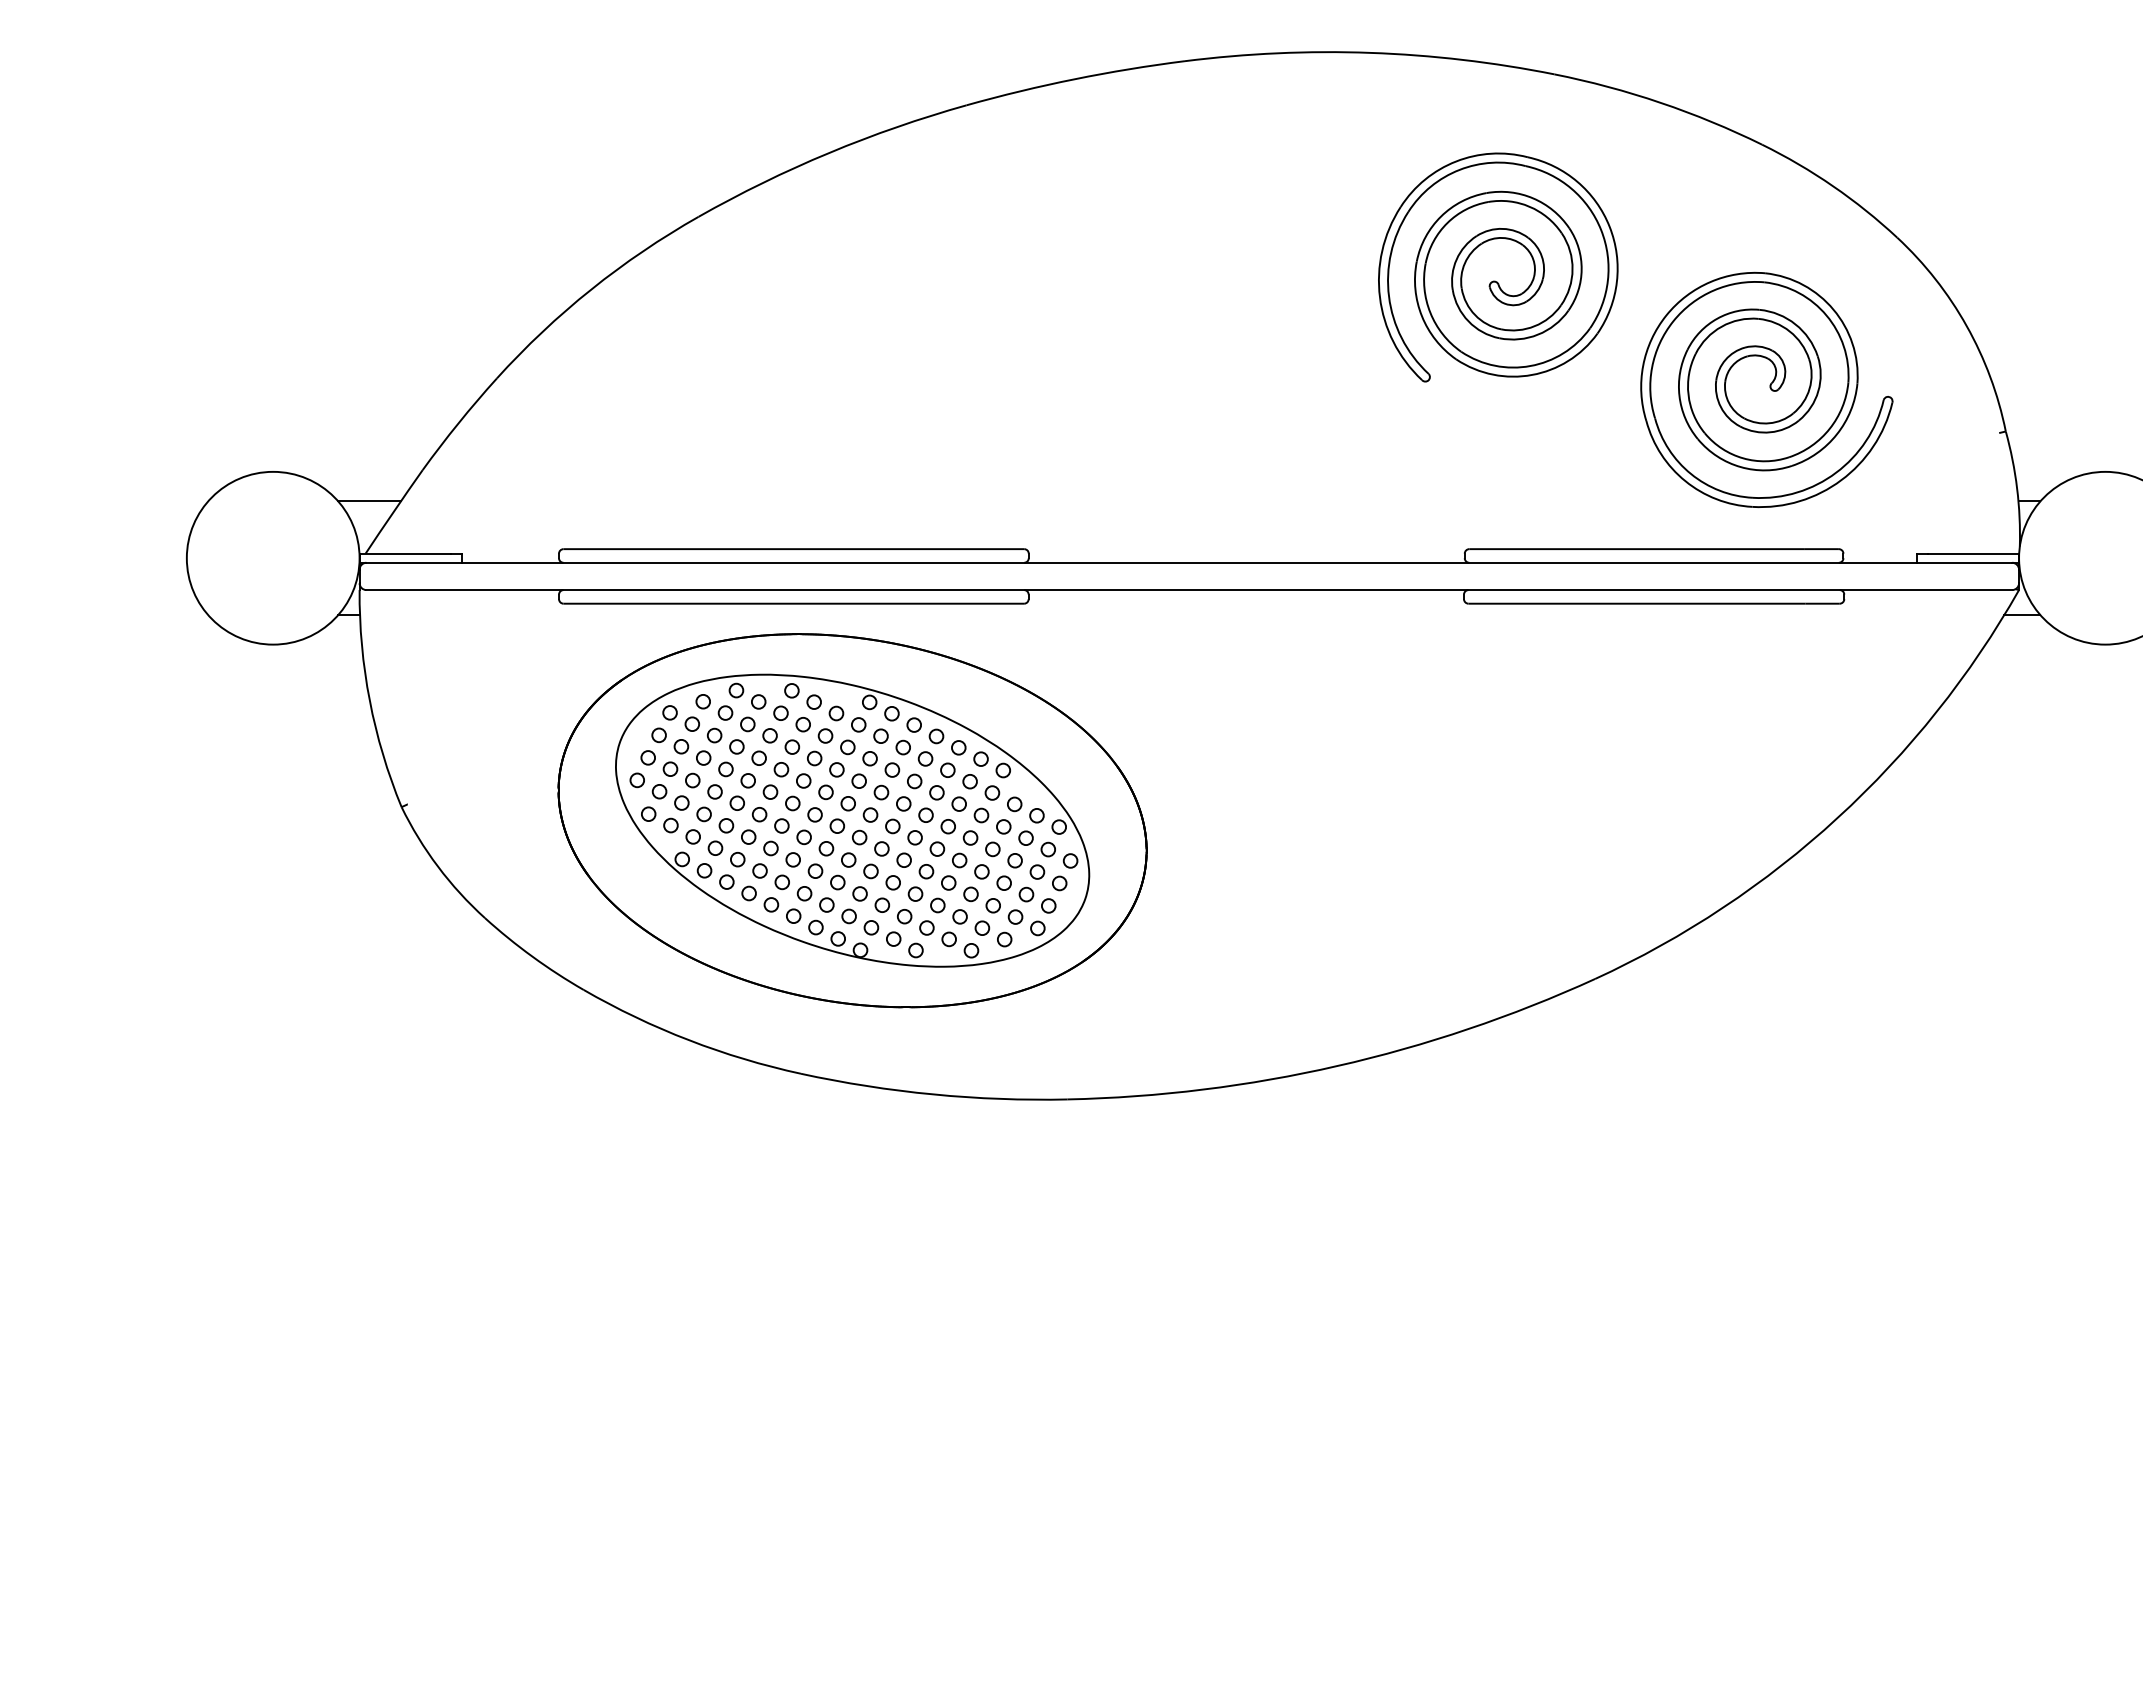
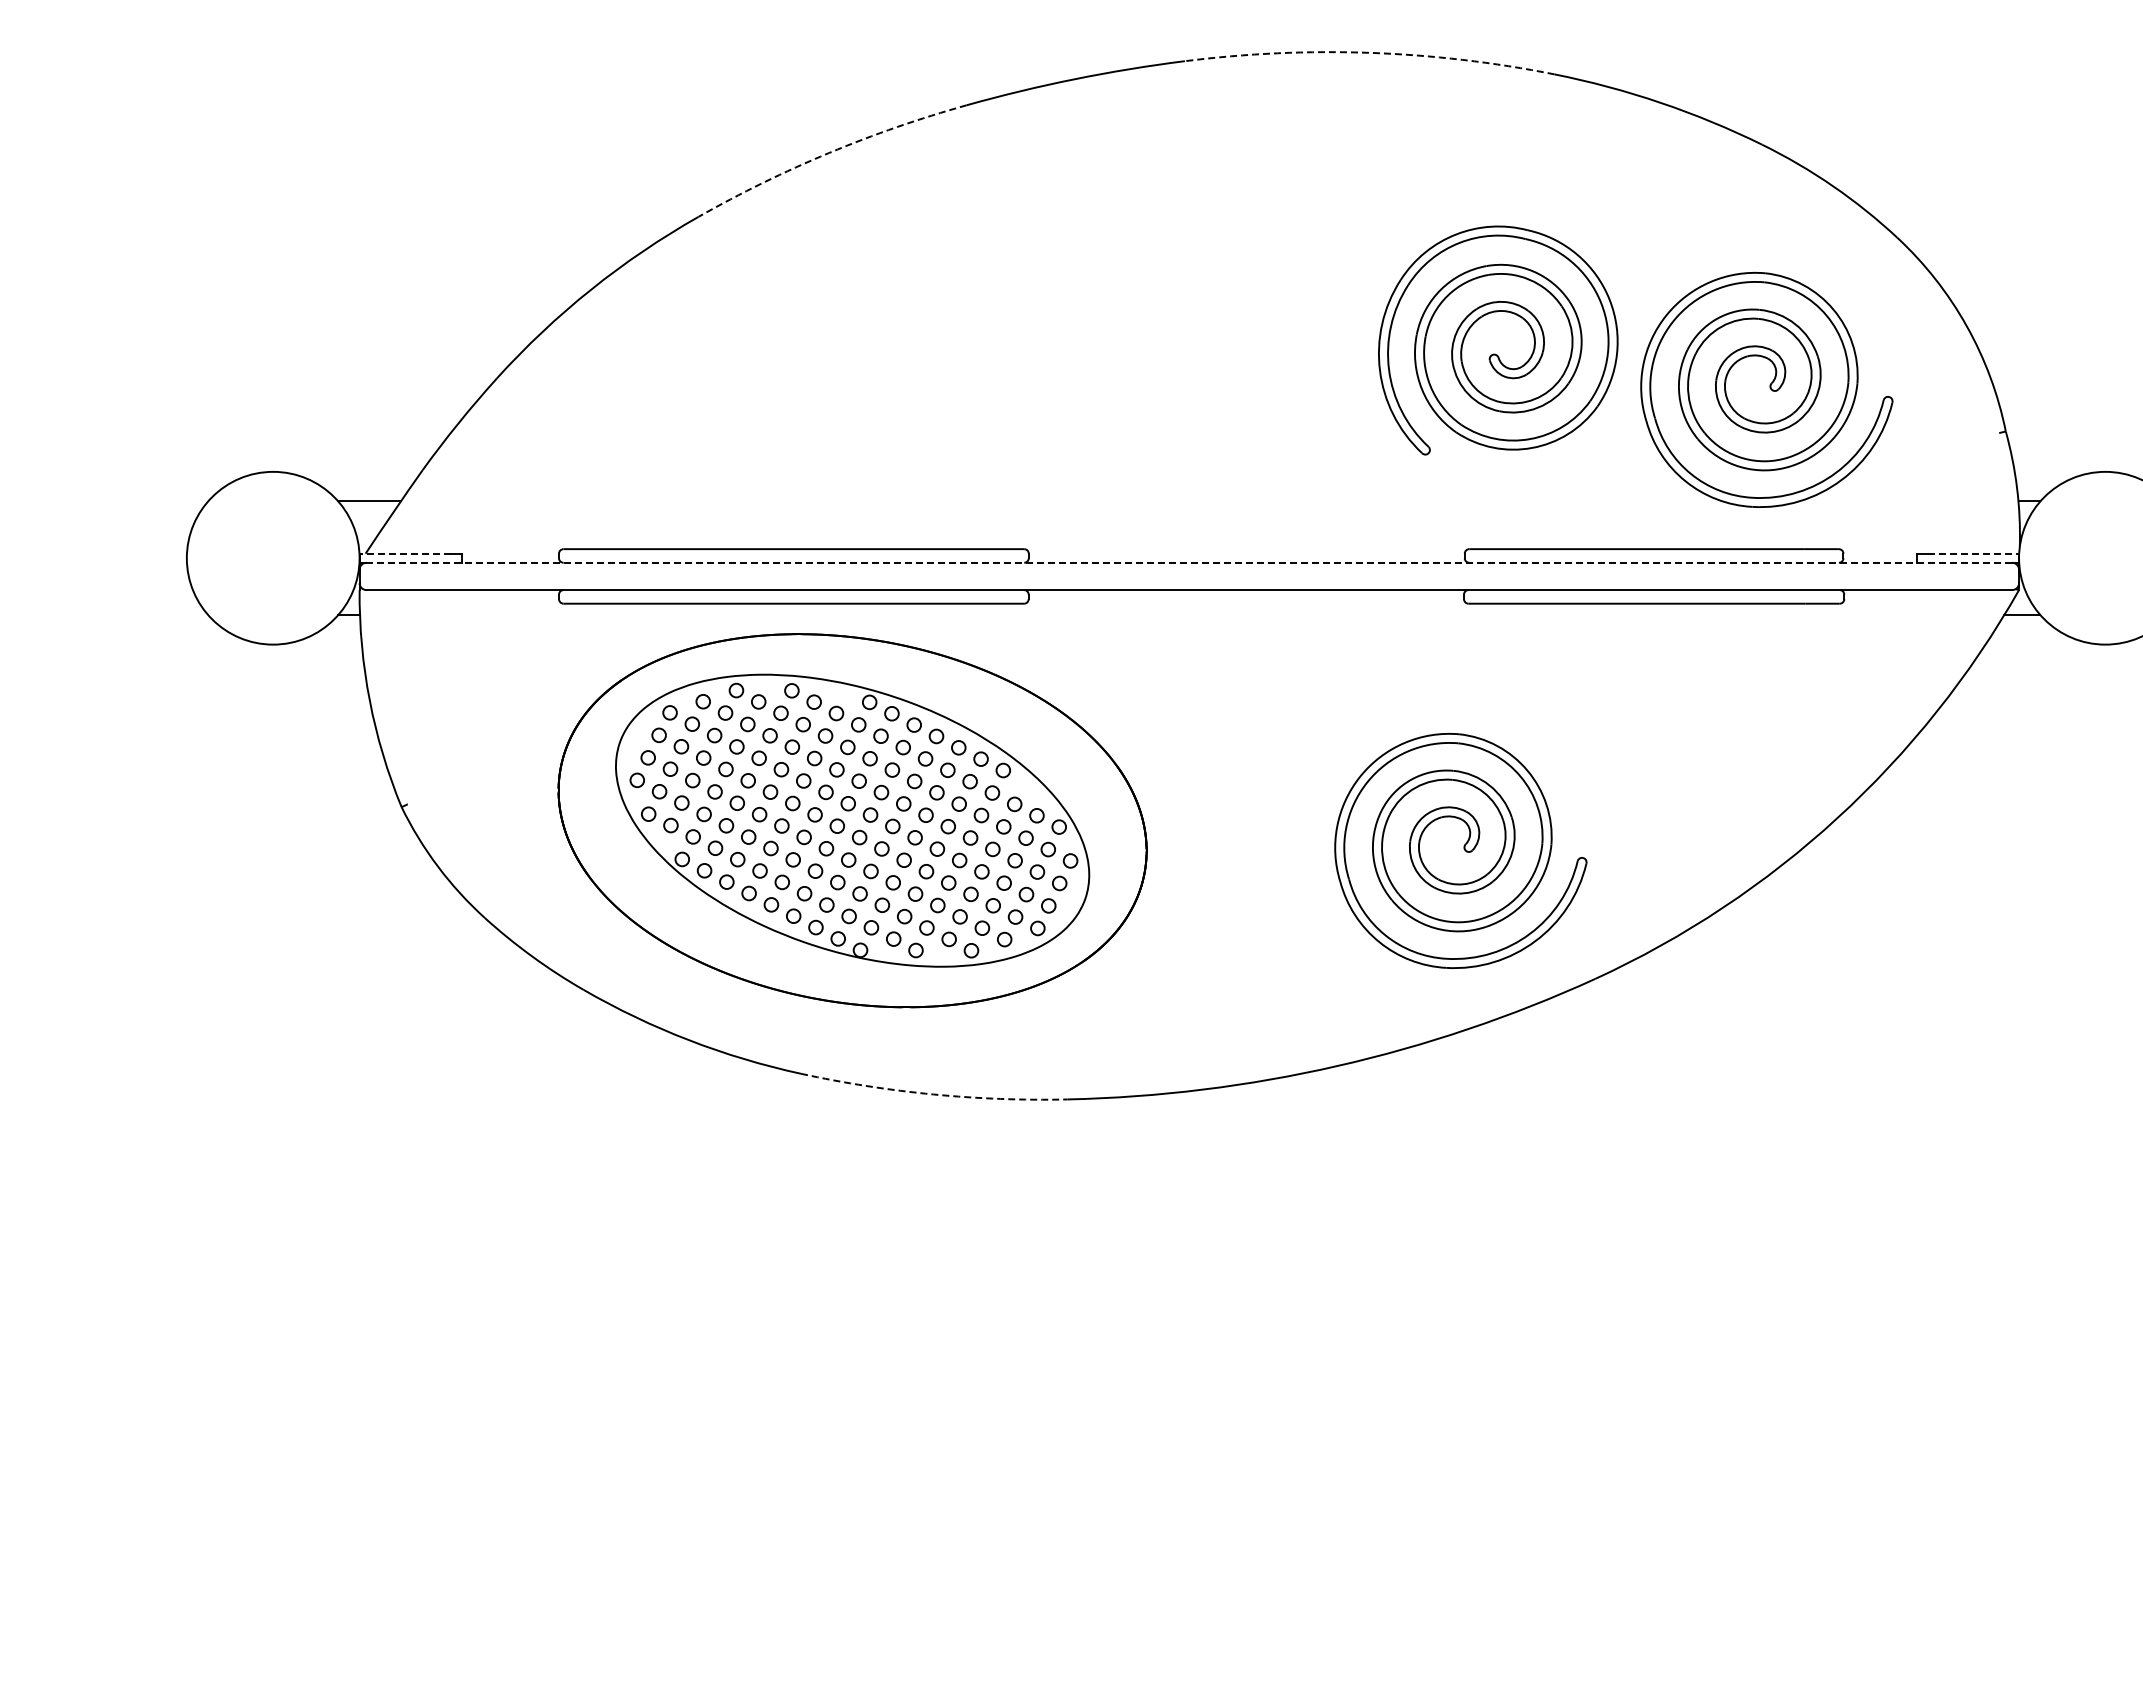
arc at (1370, 52): solid -> dashed
arc at (829, 152): solid -> dashed
part at (1495, 280) position: (1495, 280) -> (1495, 353)
line at (404, 553): solid -> dashed
line at (1974, 553): solid -> dashed
line at (1189, 562): solid -> dashed
part at (1460, 850): none -> present
arc at (933, 1094): solid -> dashed
